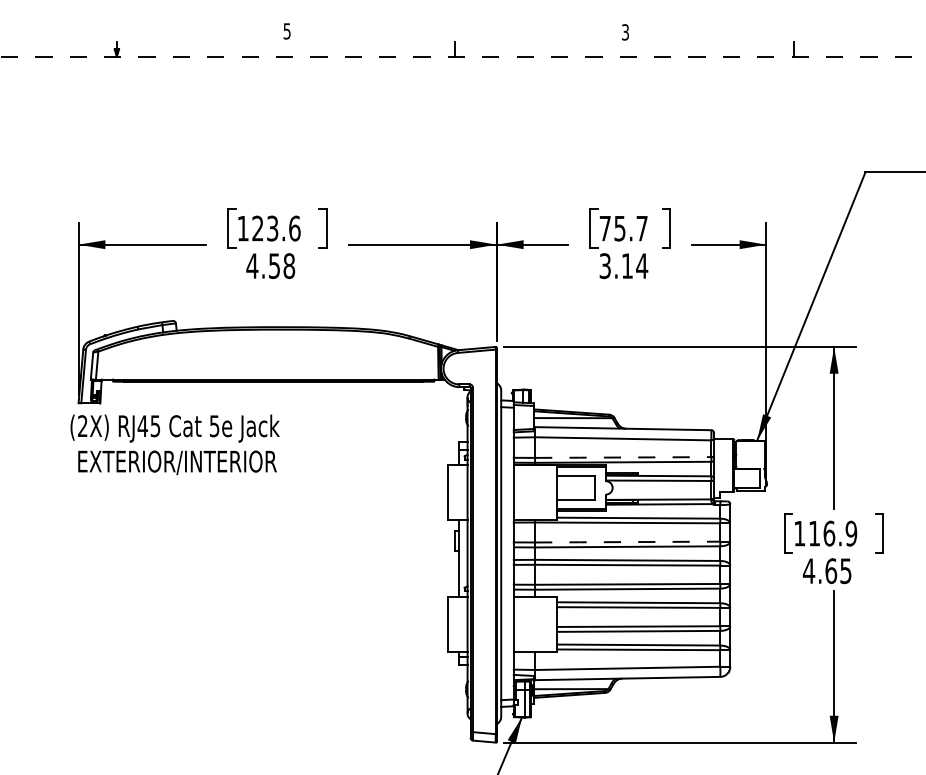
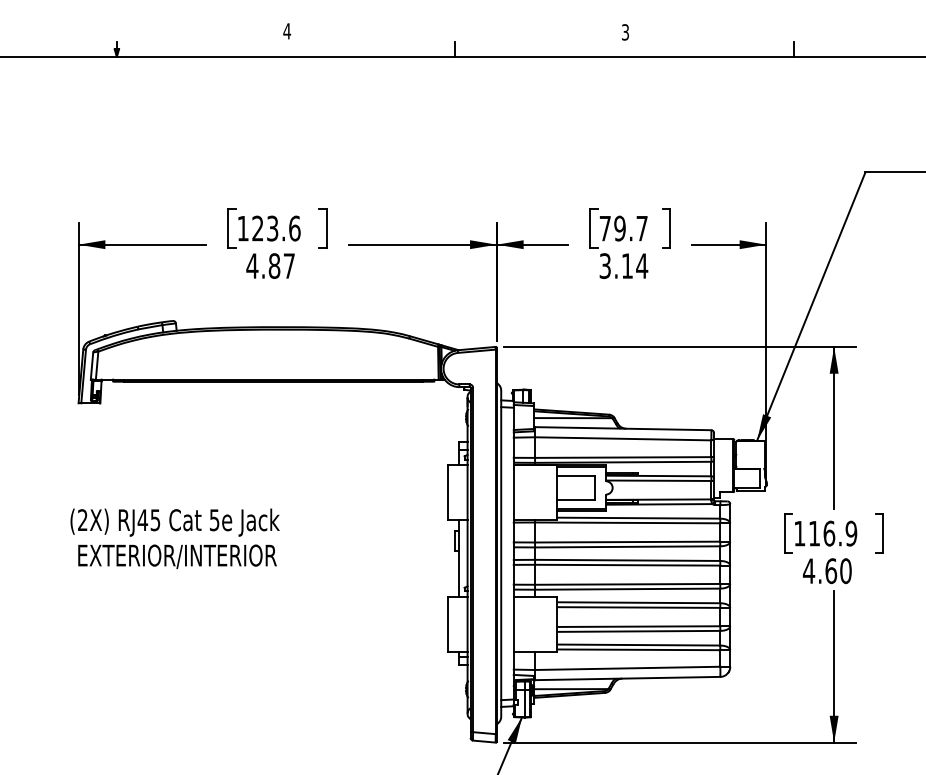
text at (287, 31): 5 -> 4
line at (463, 56): dashed -> solid
text at (619, 228): 75.7 -> 79.7
text at (281, 265): 4.58 -> 4.87
text at (174, 444) position: (174, 444) -> (174, 538)
line at (622, 457): dashed -> solid
line at (627, 542): dashed -> solid
text at (845, 571): 4.65 -> 4.60
